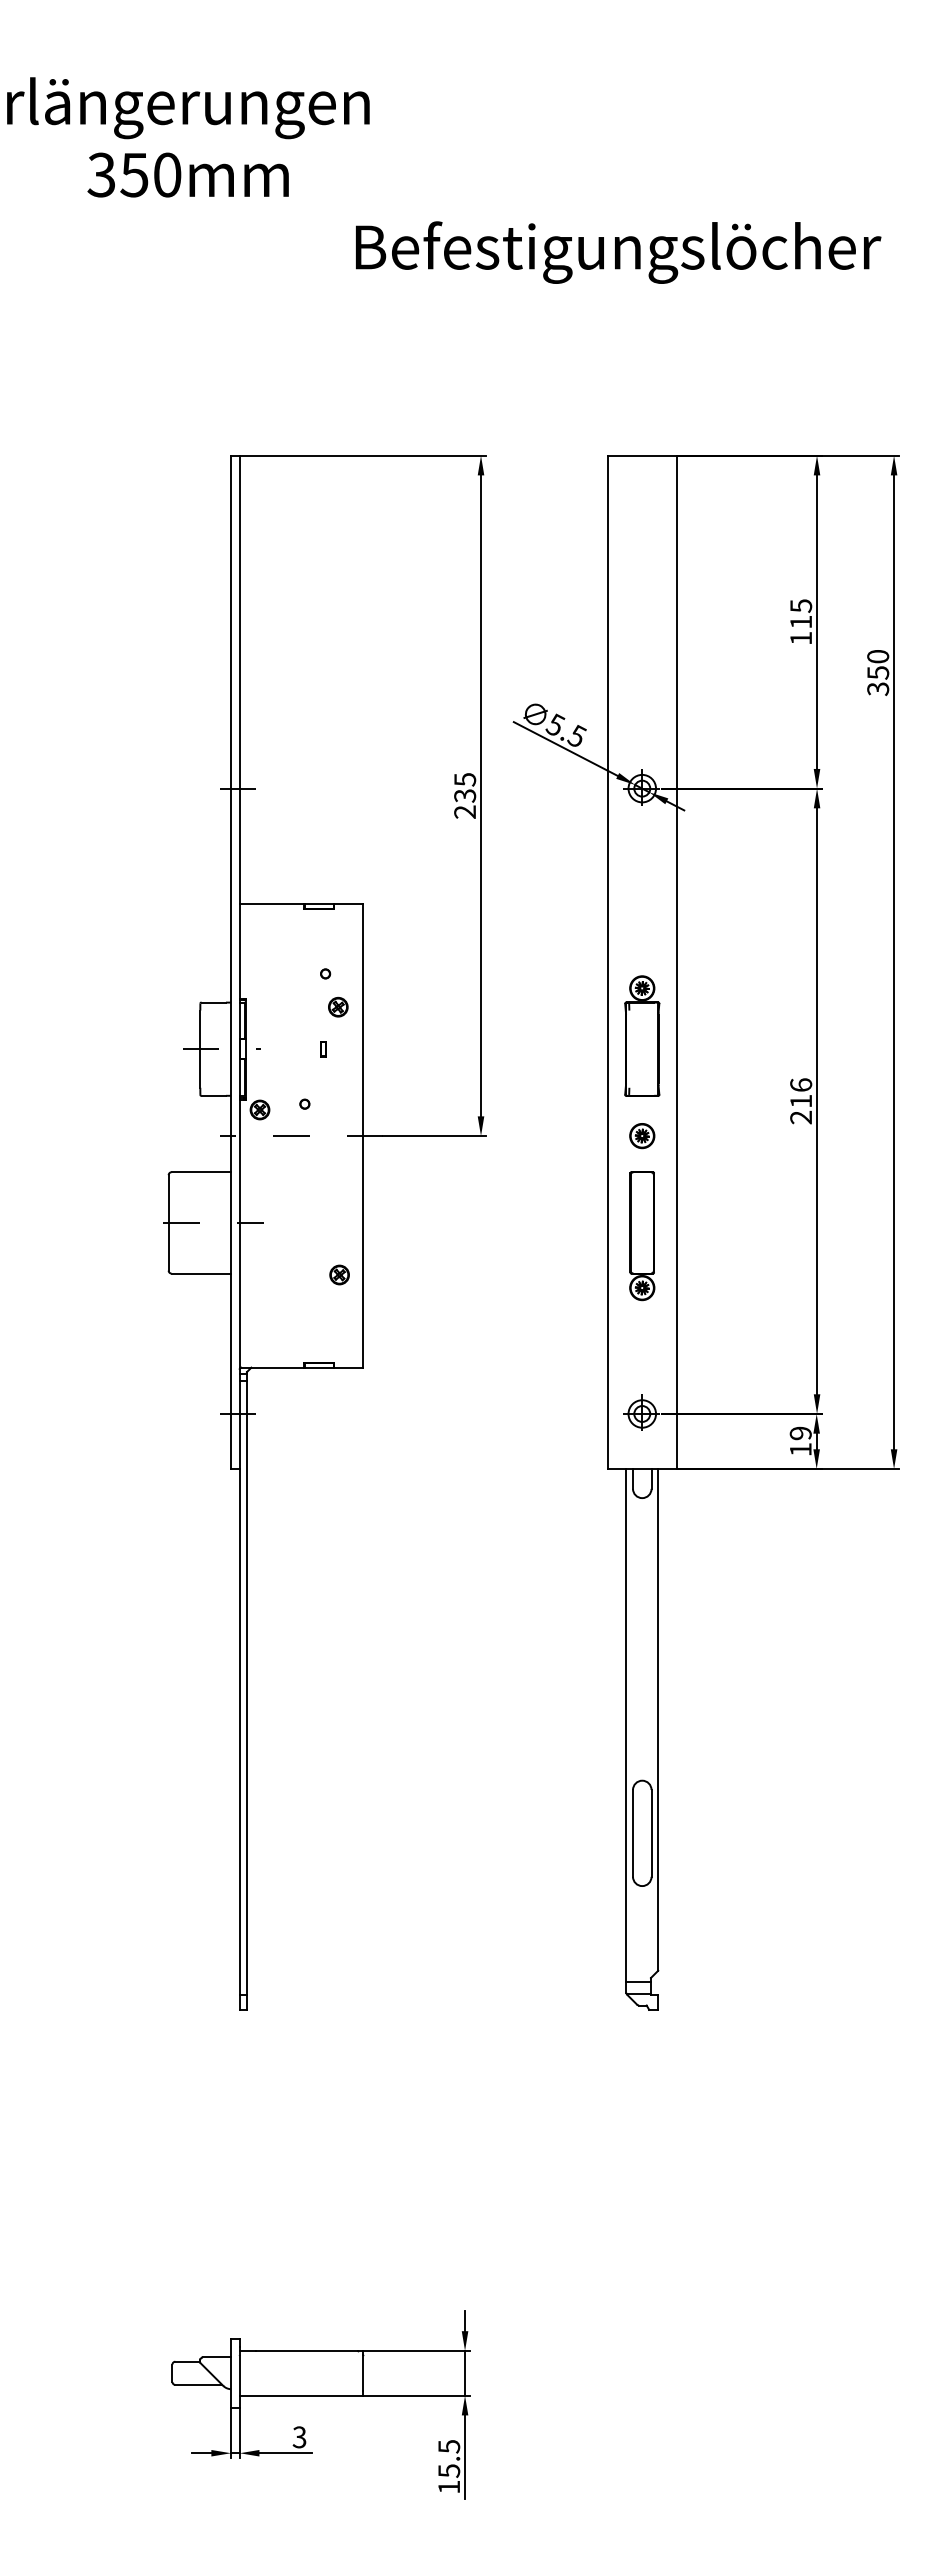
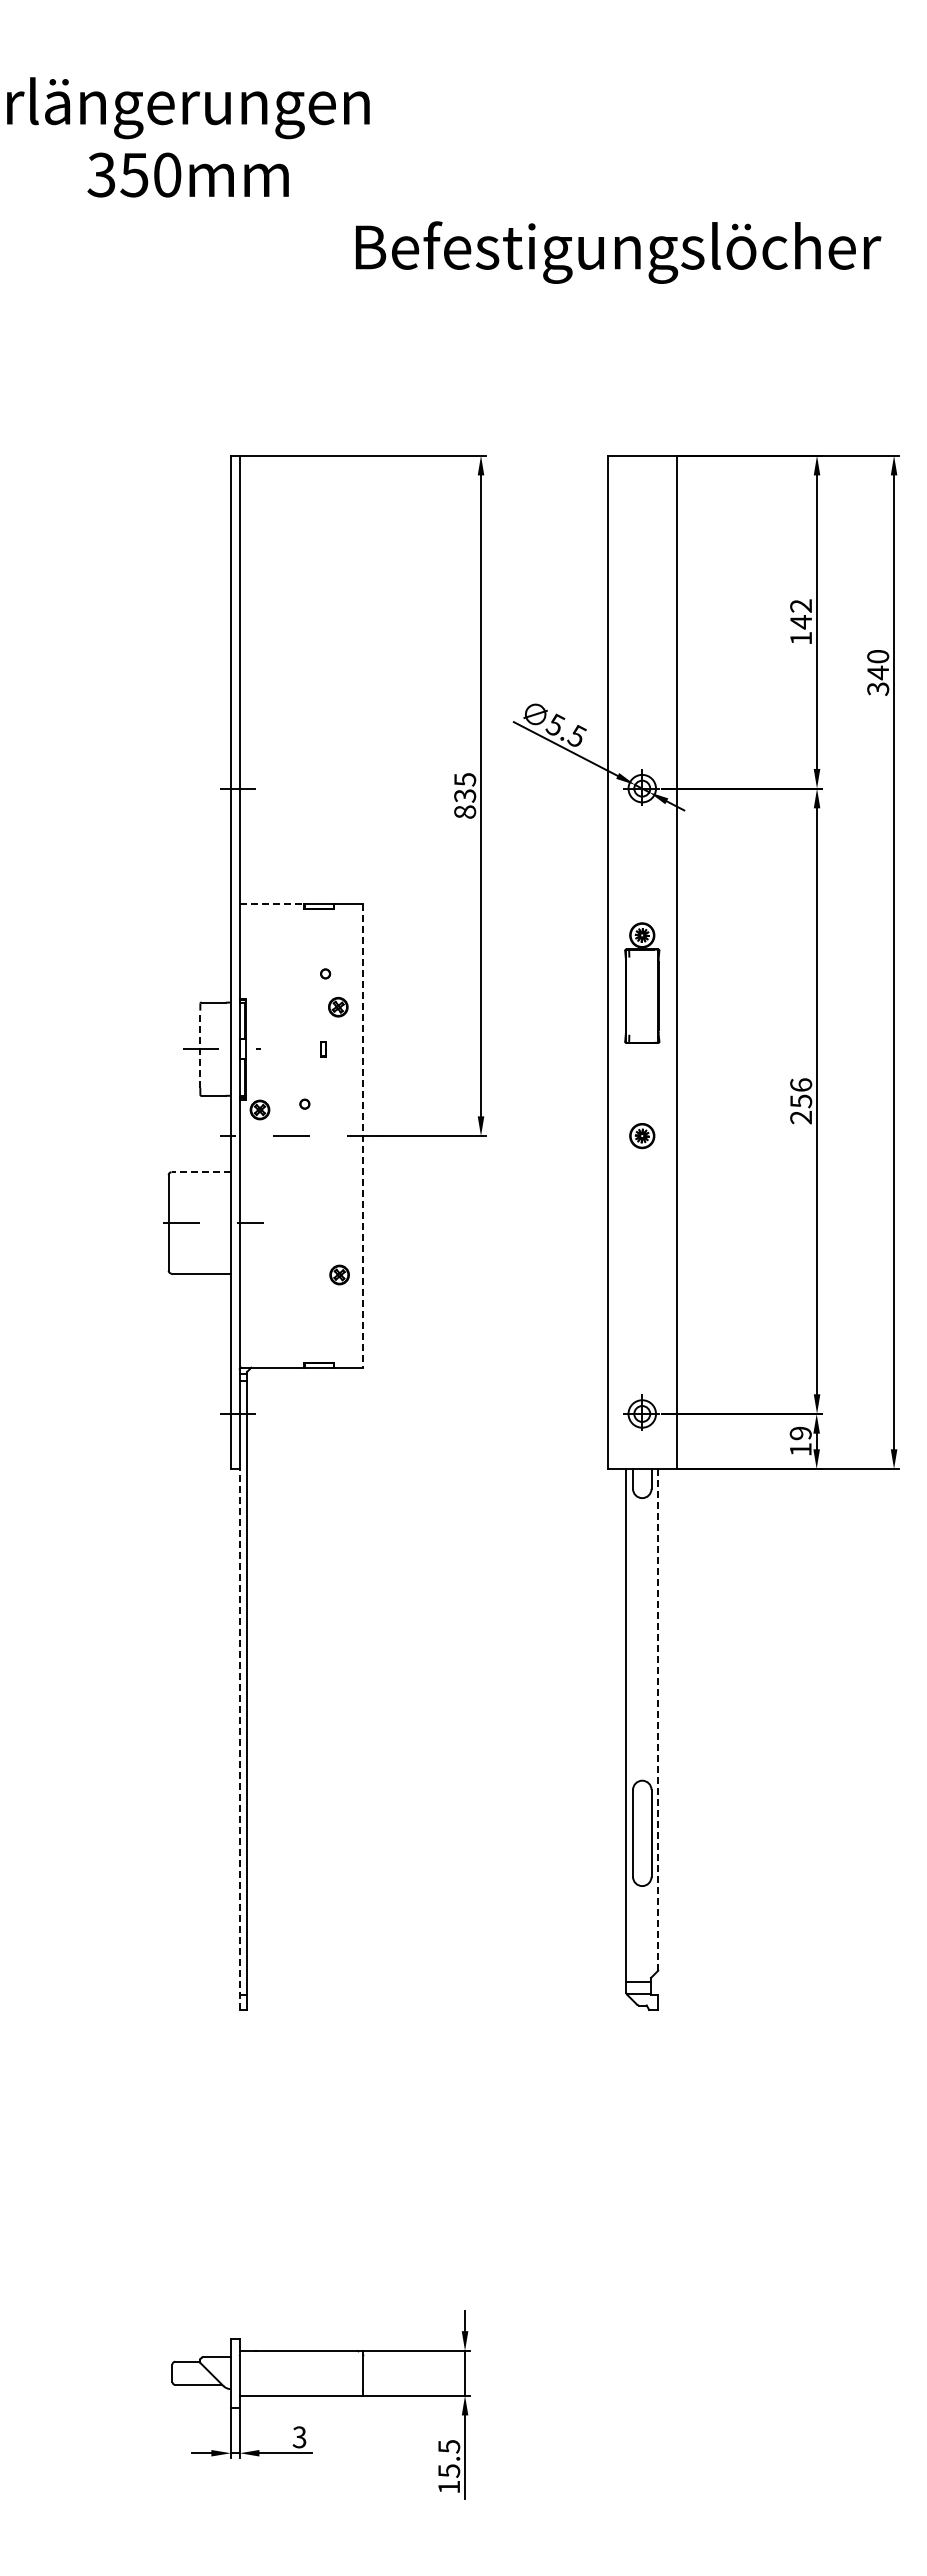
text at (801, 614): 115 -> 142
text at (878, 672): 350 -> 340
text at (465, 811): 235 -> 835
line at (272, 904): solid -> dashed
part at (642, 1035) position: (642, 1035) -> (642, 982)
line at (200, 1049): solid -> dashed
text at (801, 1101): 216 -> 256
line at (362, 1136): solid -> dashed
line at (201, 1172): solid -> dashed
part at (642, 1236): present -> none
line at (658, 1719): solid -> dashed
line at (239, 1738): solid -> dashed
